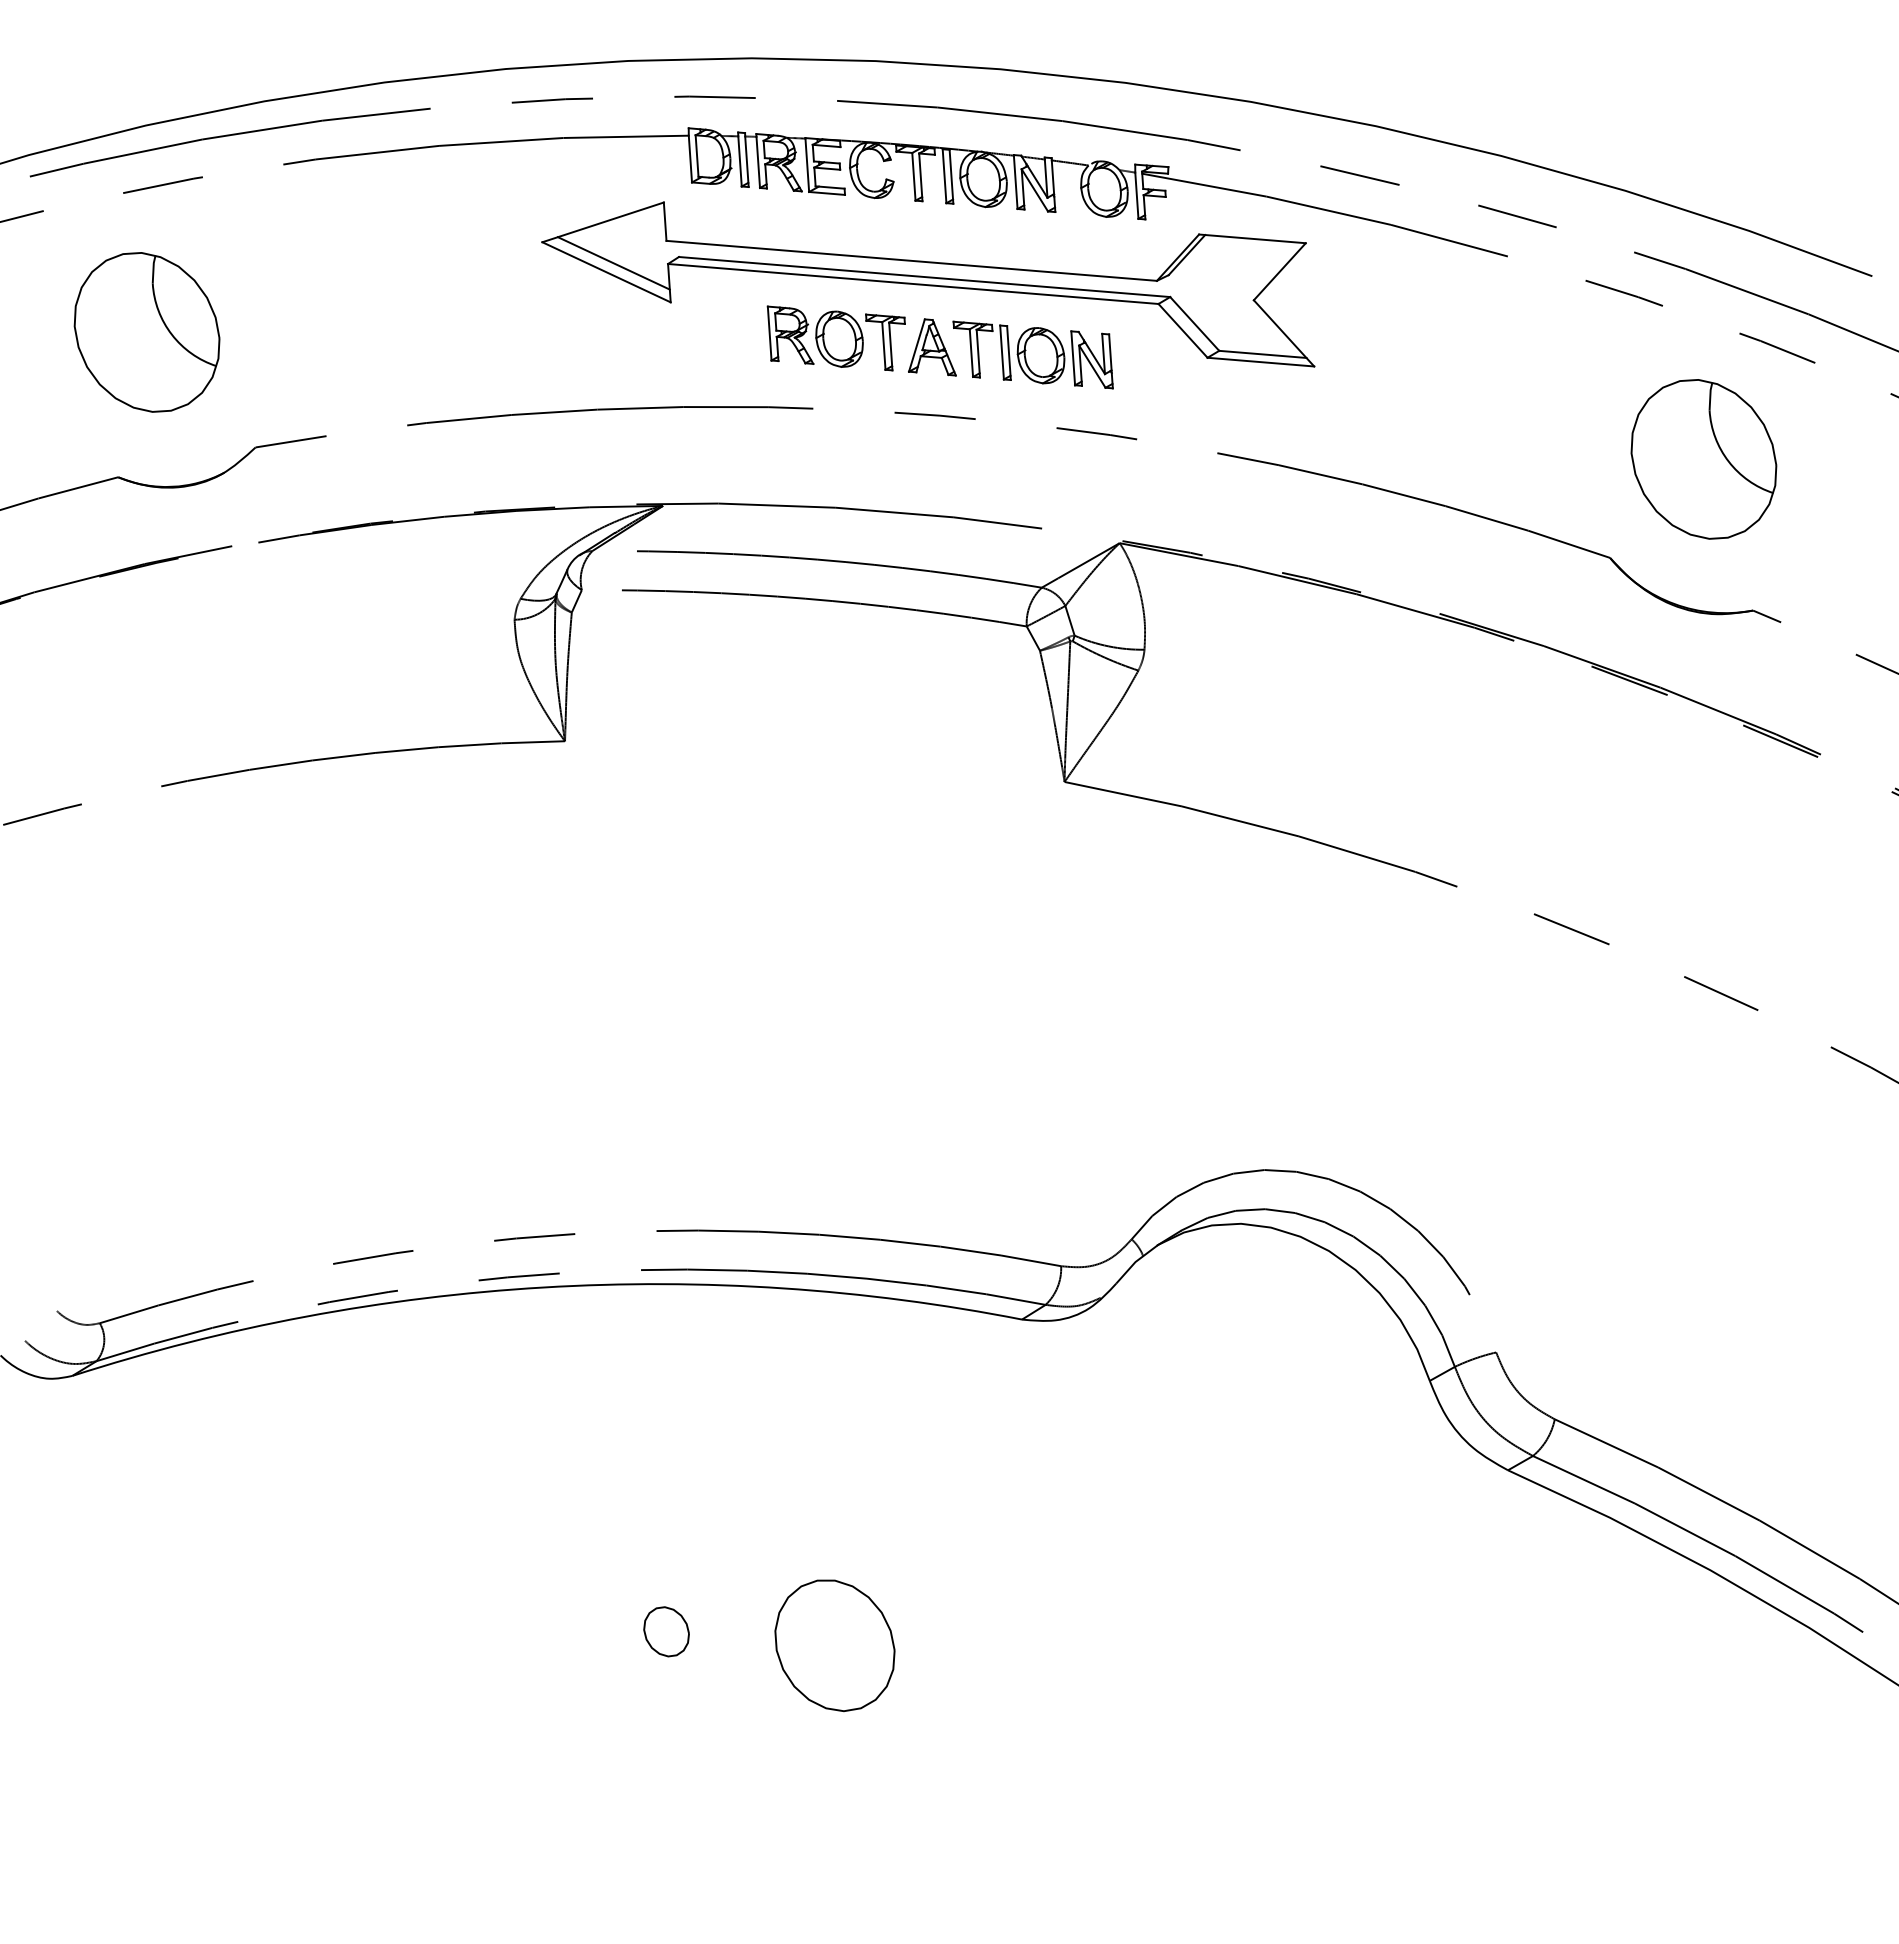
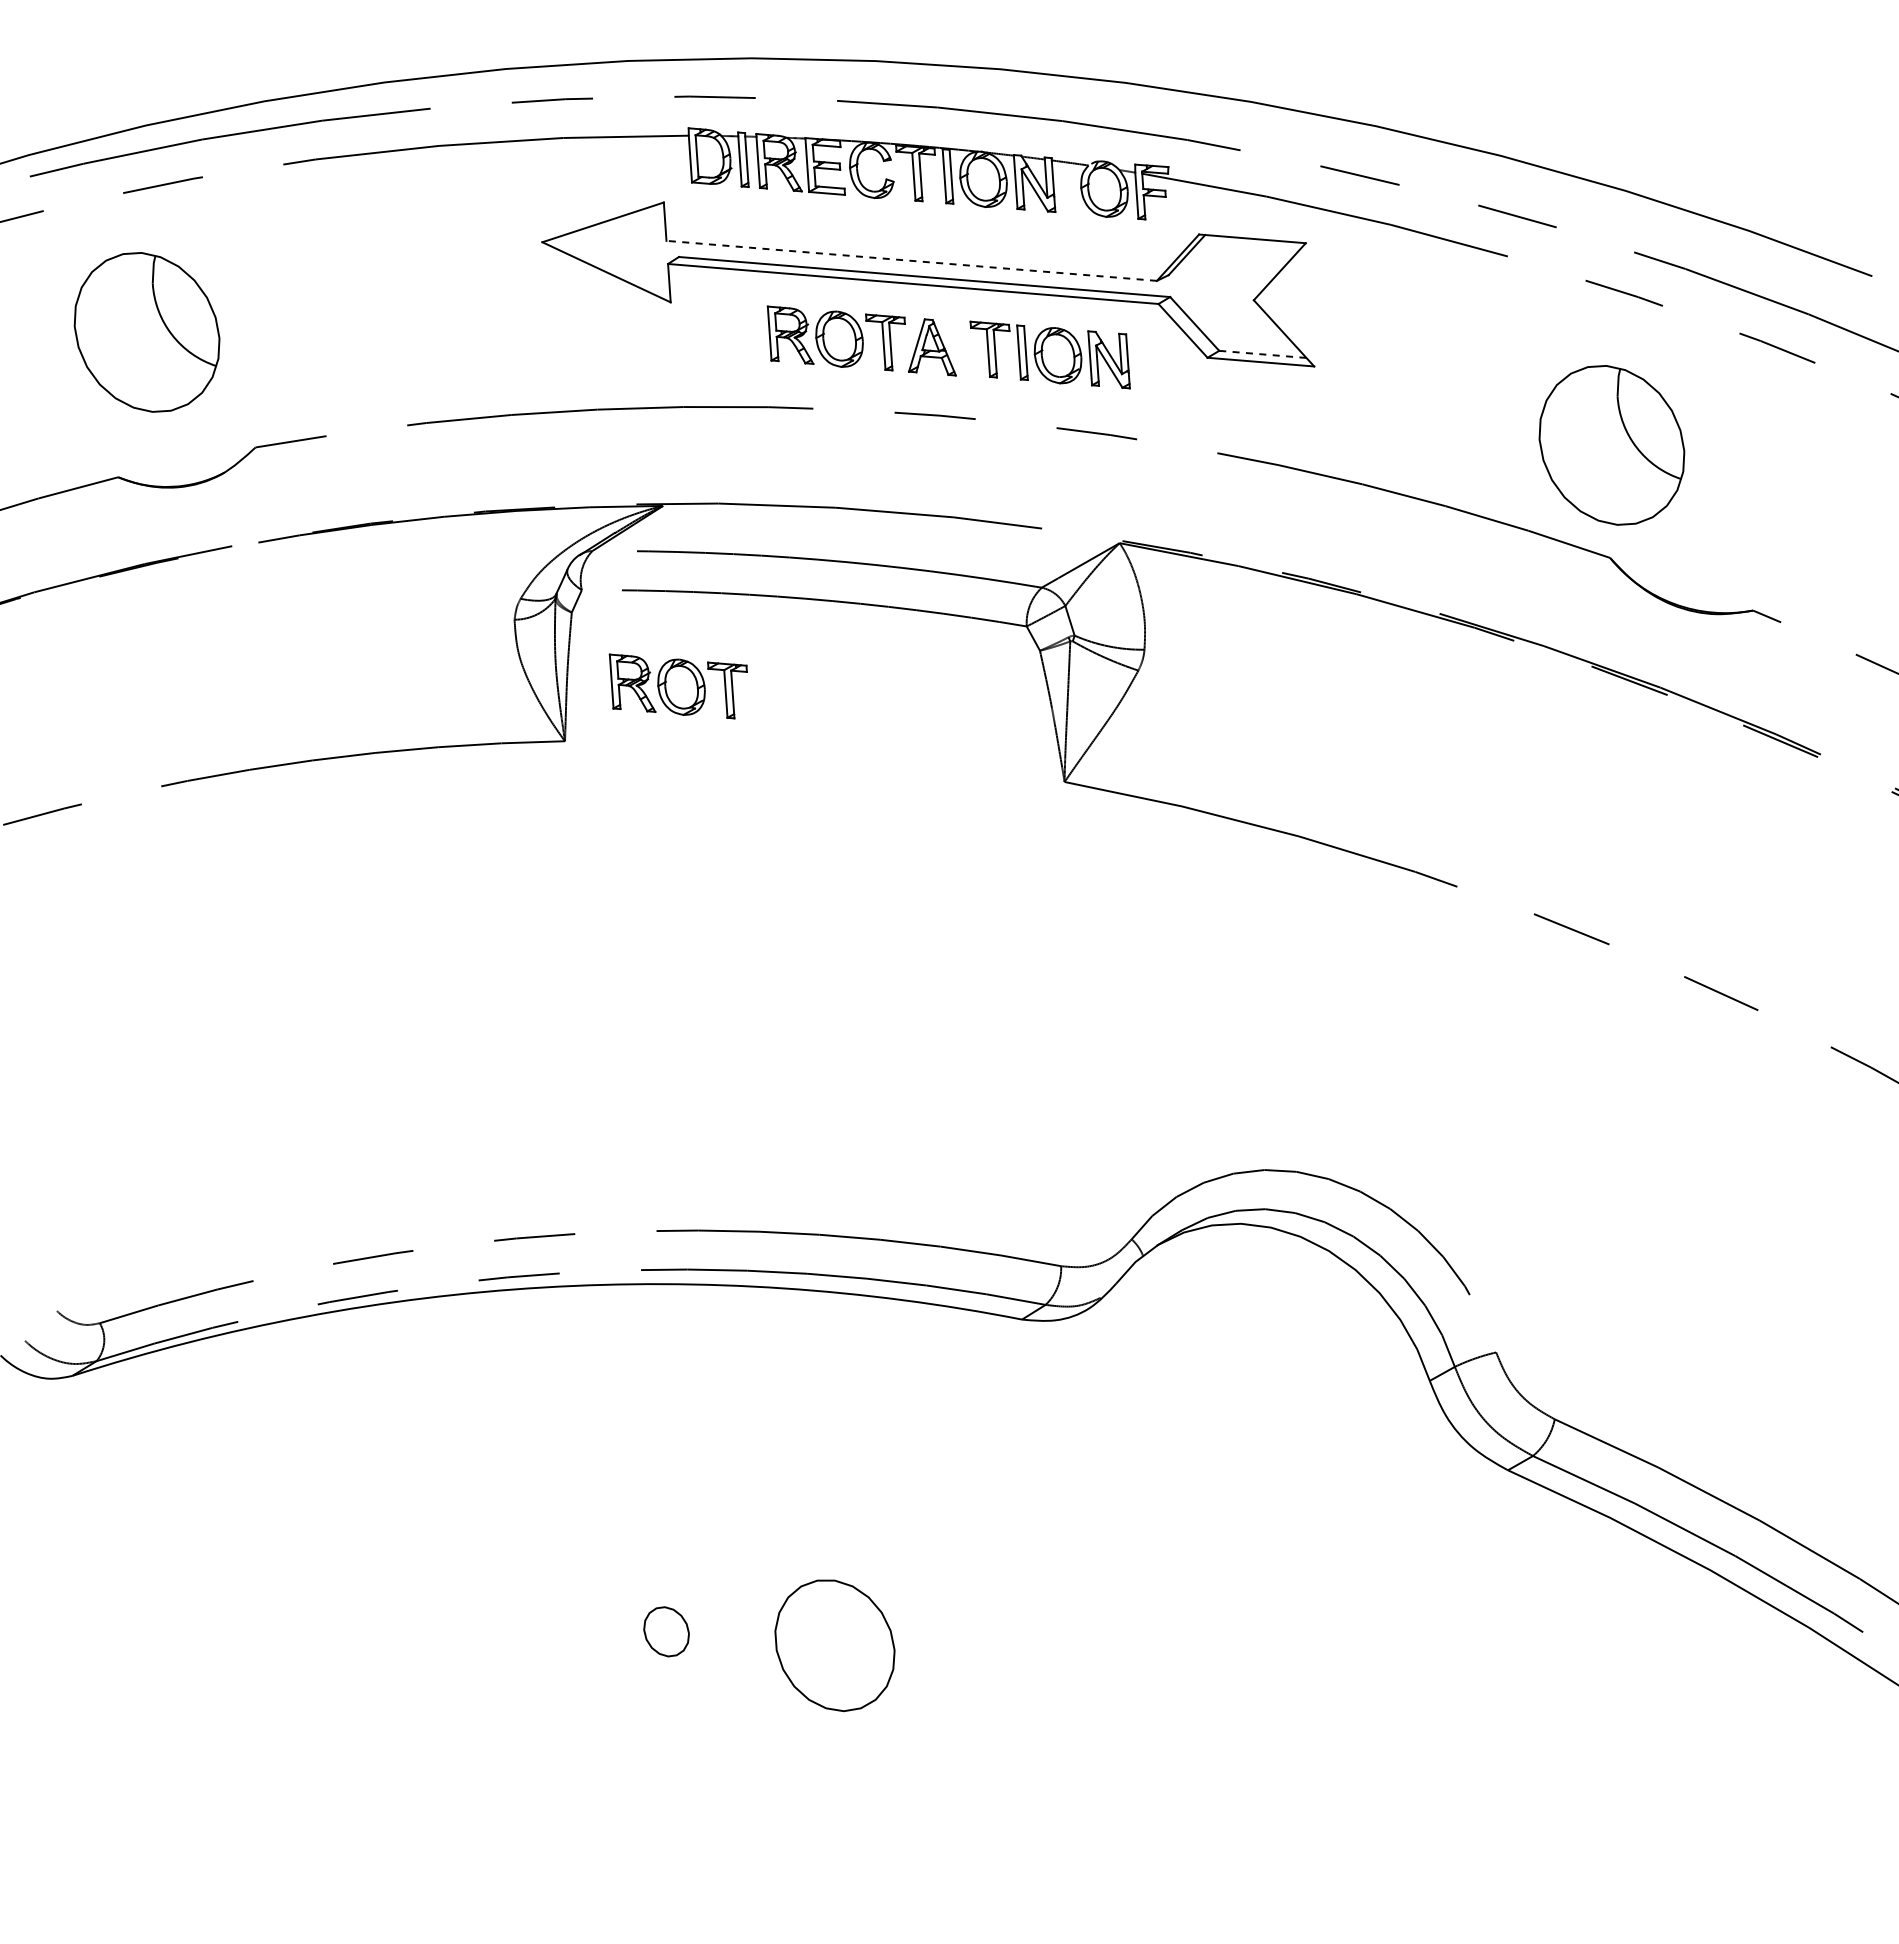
line at (911, 260): solid -> dashed
line at (613, 263): present -> none
part at (1032, 354) position: (1032, 354) -> (1049, 354)
line at (1262, 354): solid -> dashed
part at (1703, 459) position: (1703, 459) -> (1611, 445)
part at (677, 686): none -> present
